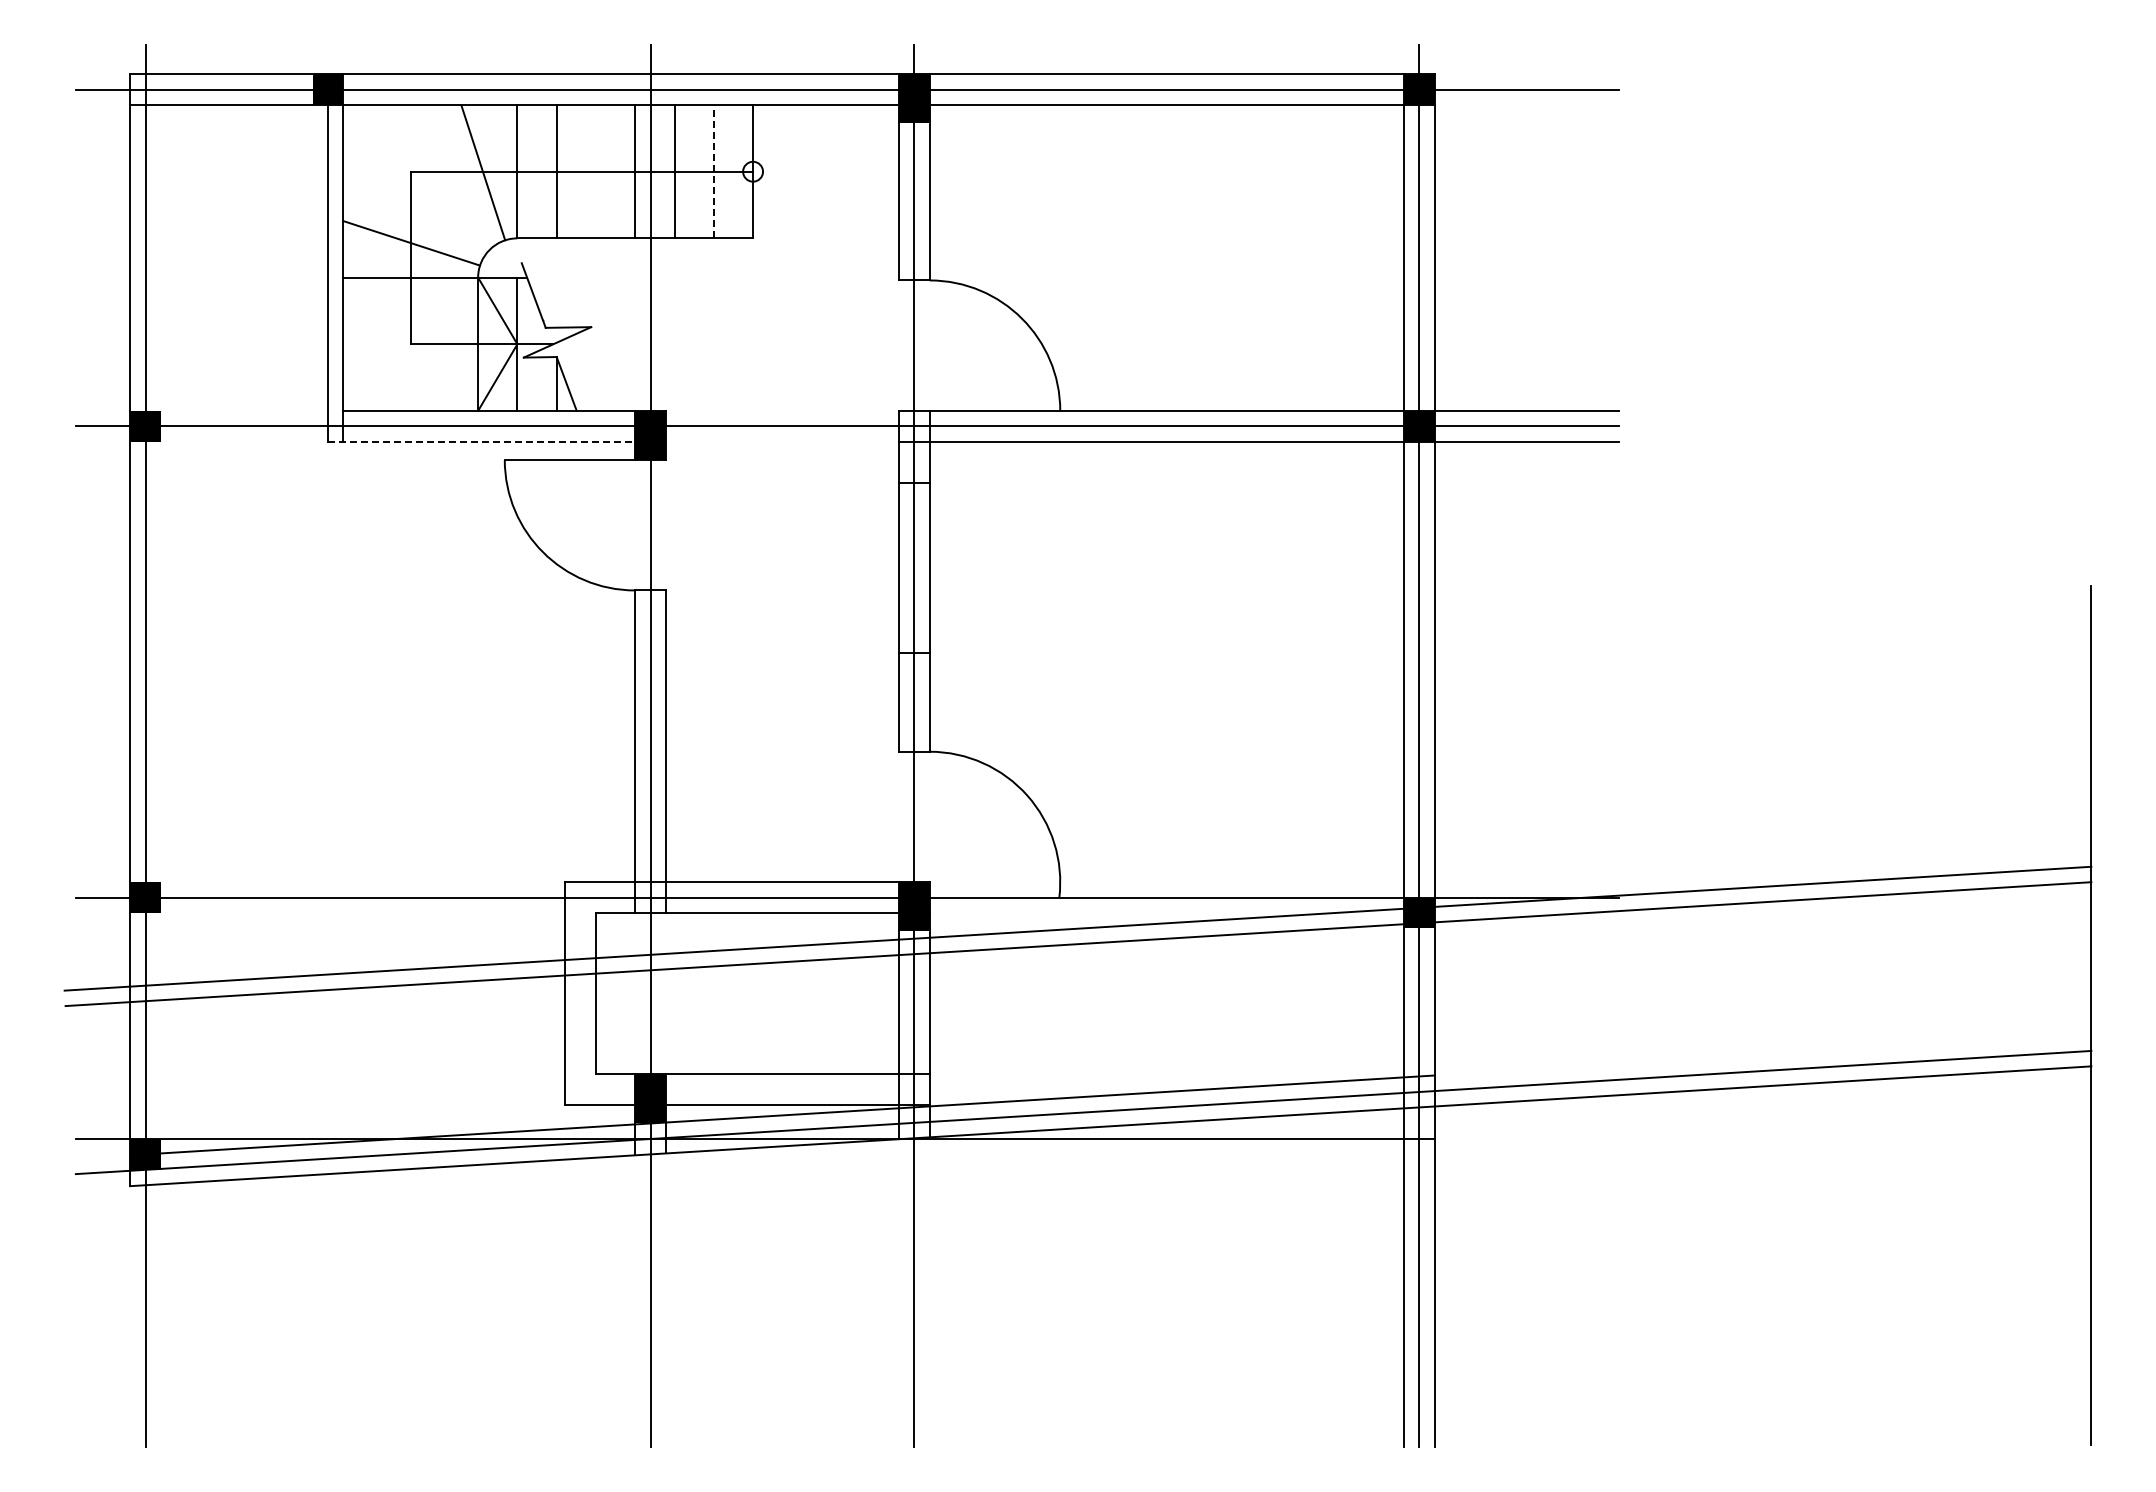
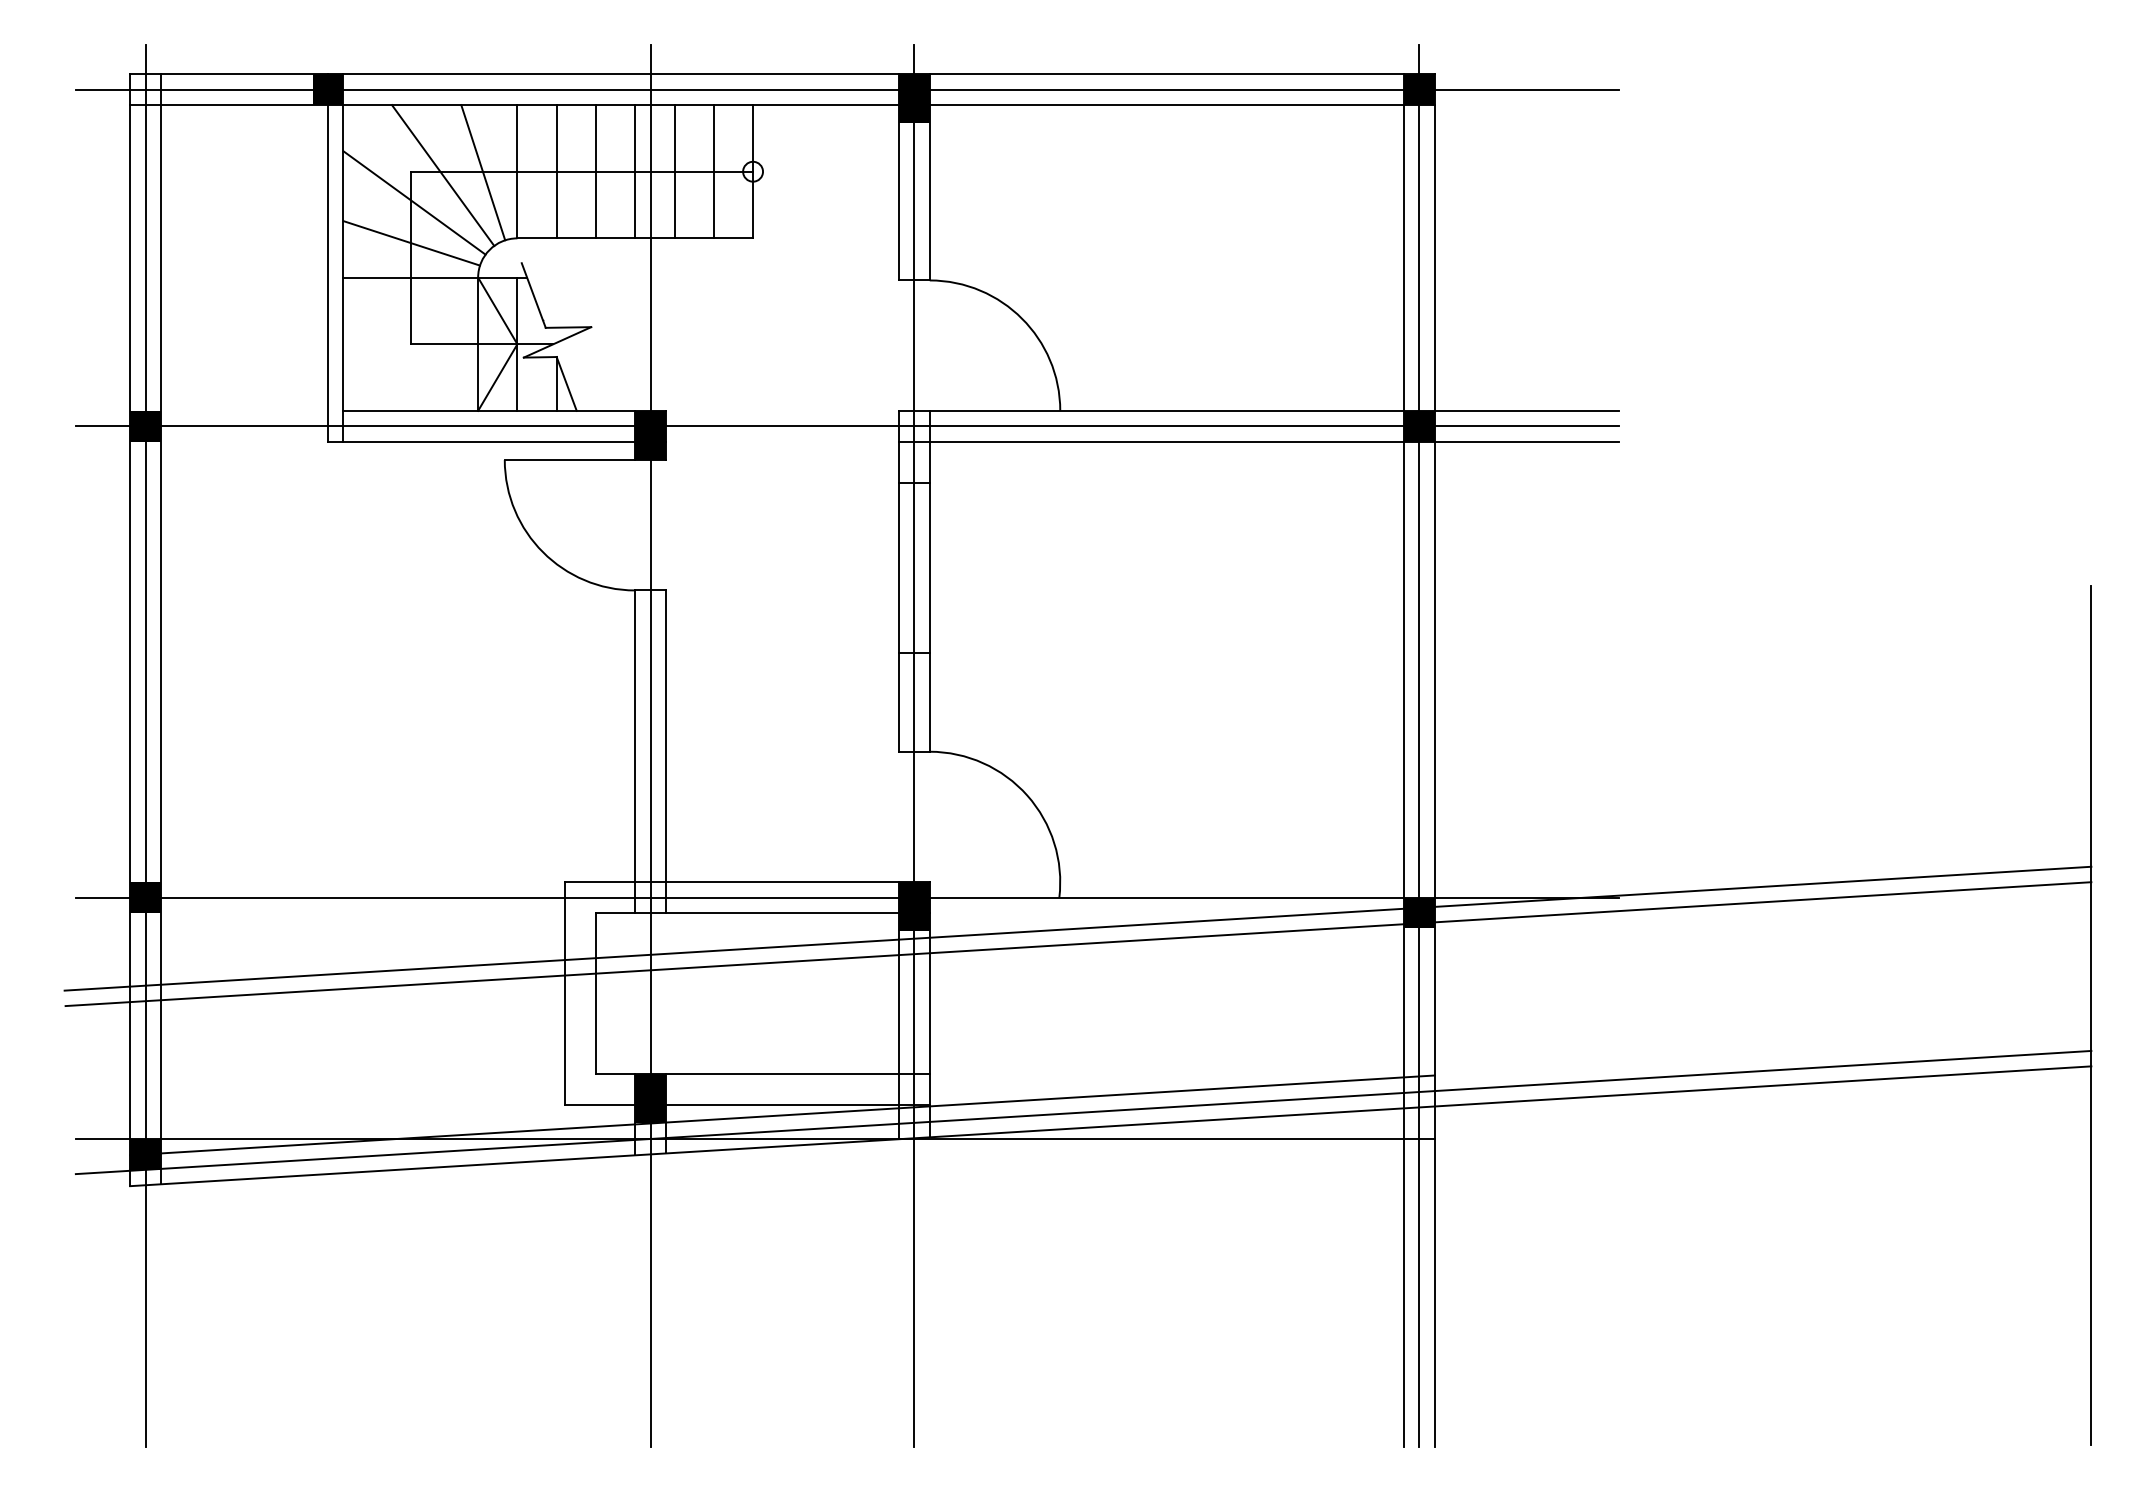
line at (595, 171): none -> present
line at (713, 171): dashed -> solid
line at (443, 175): none -> present
line at (414, 202): none -> present
line at (497, 441): dashed -> solid
line at (161, 629): none -> present
